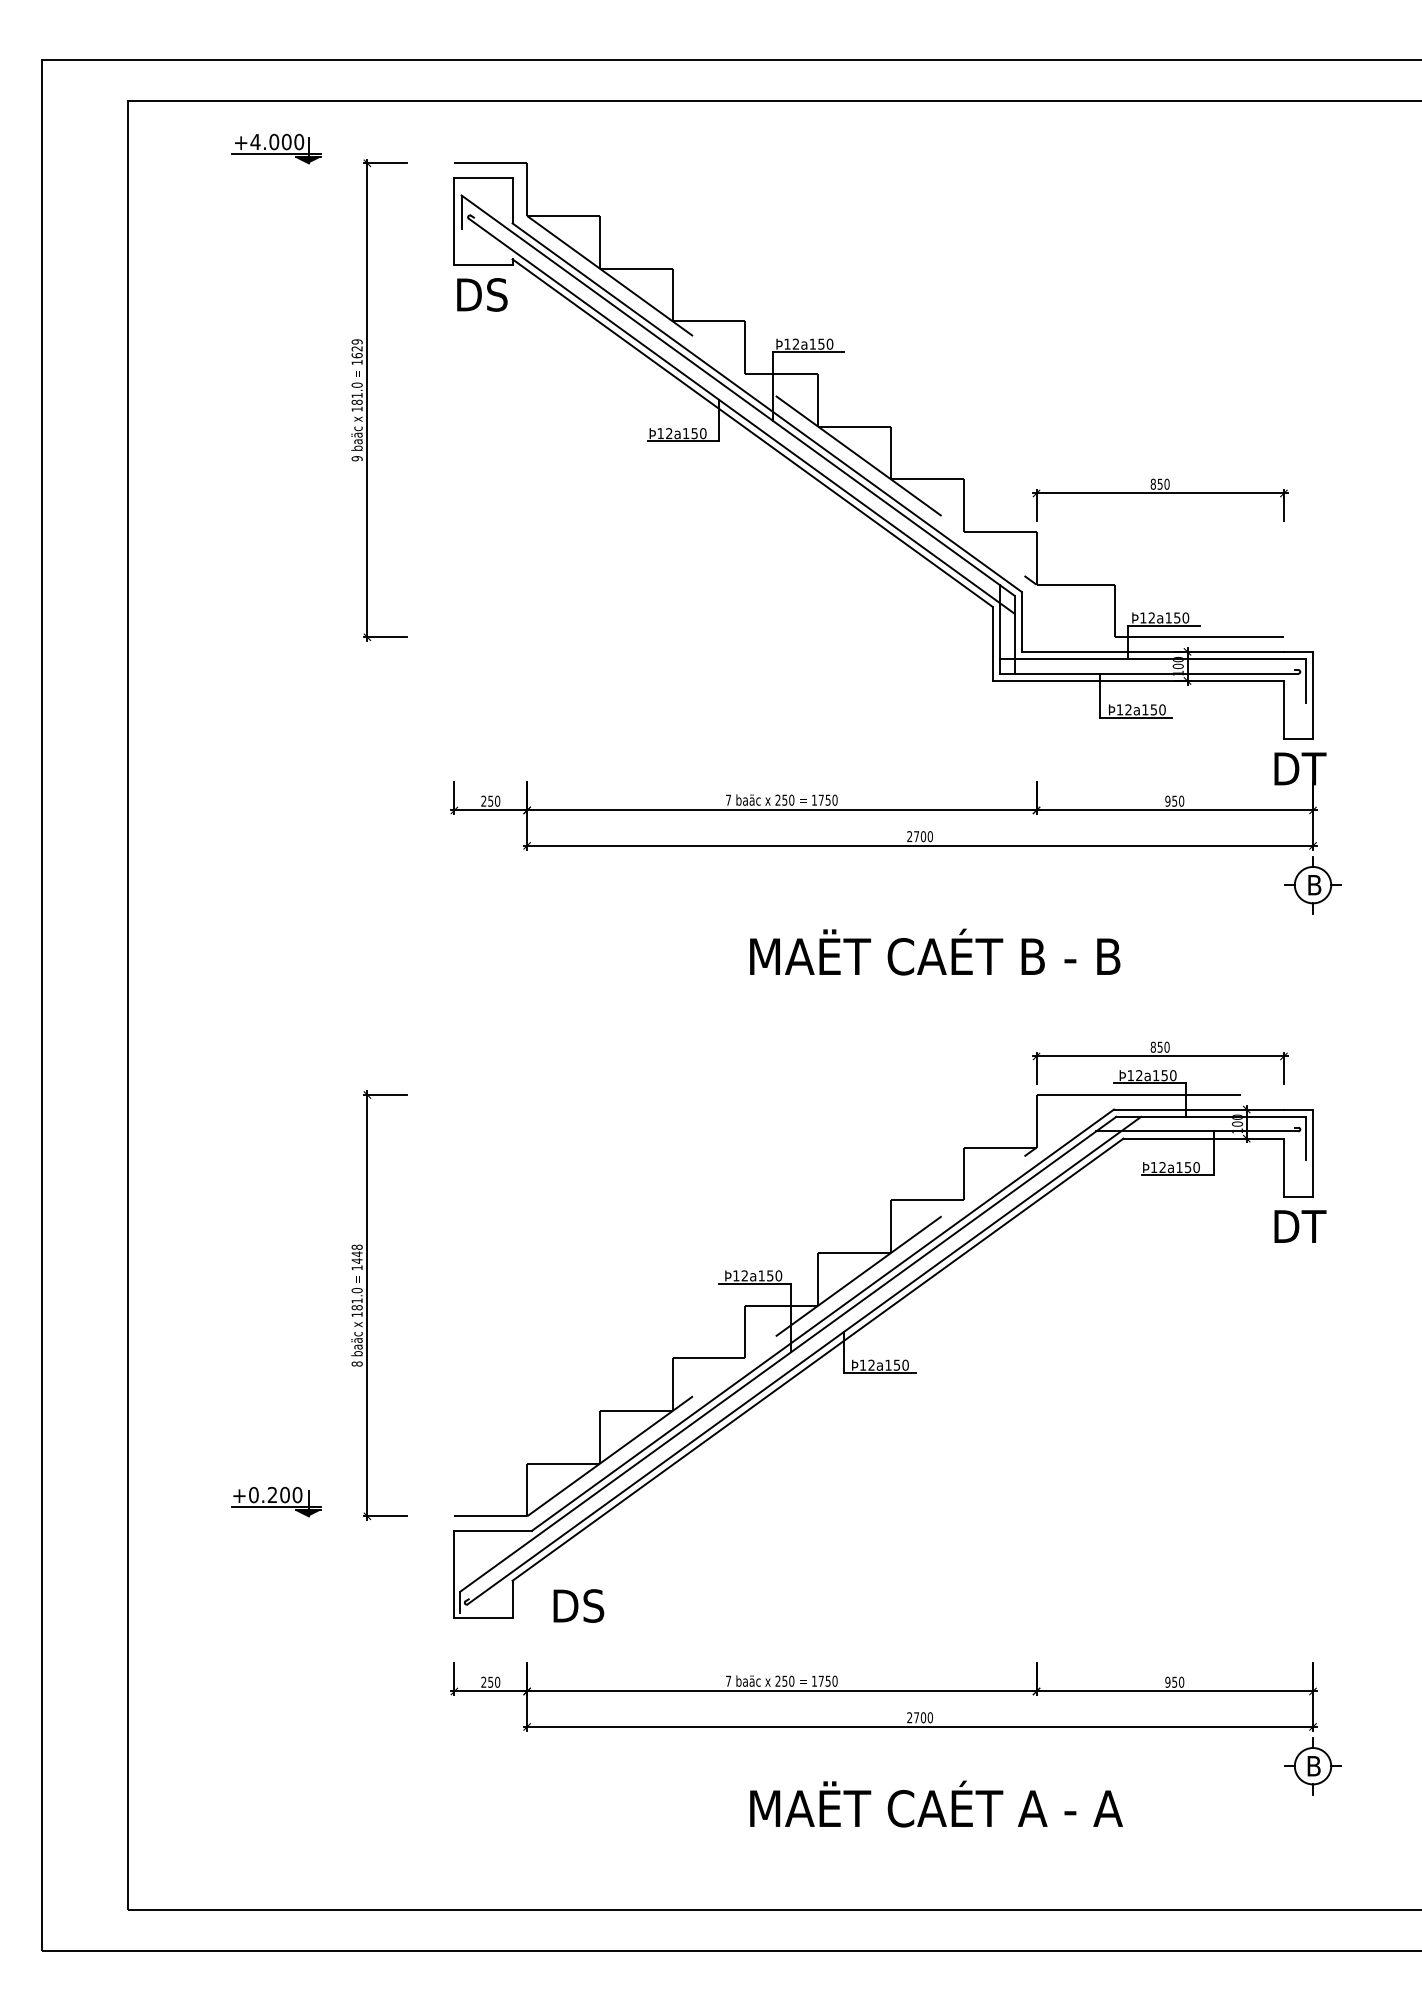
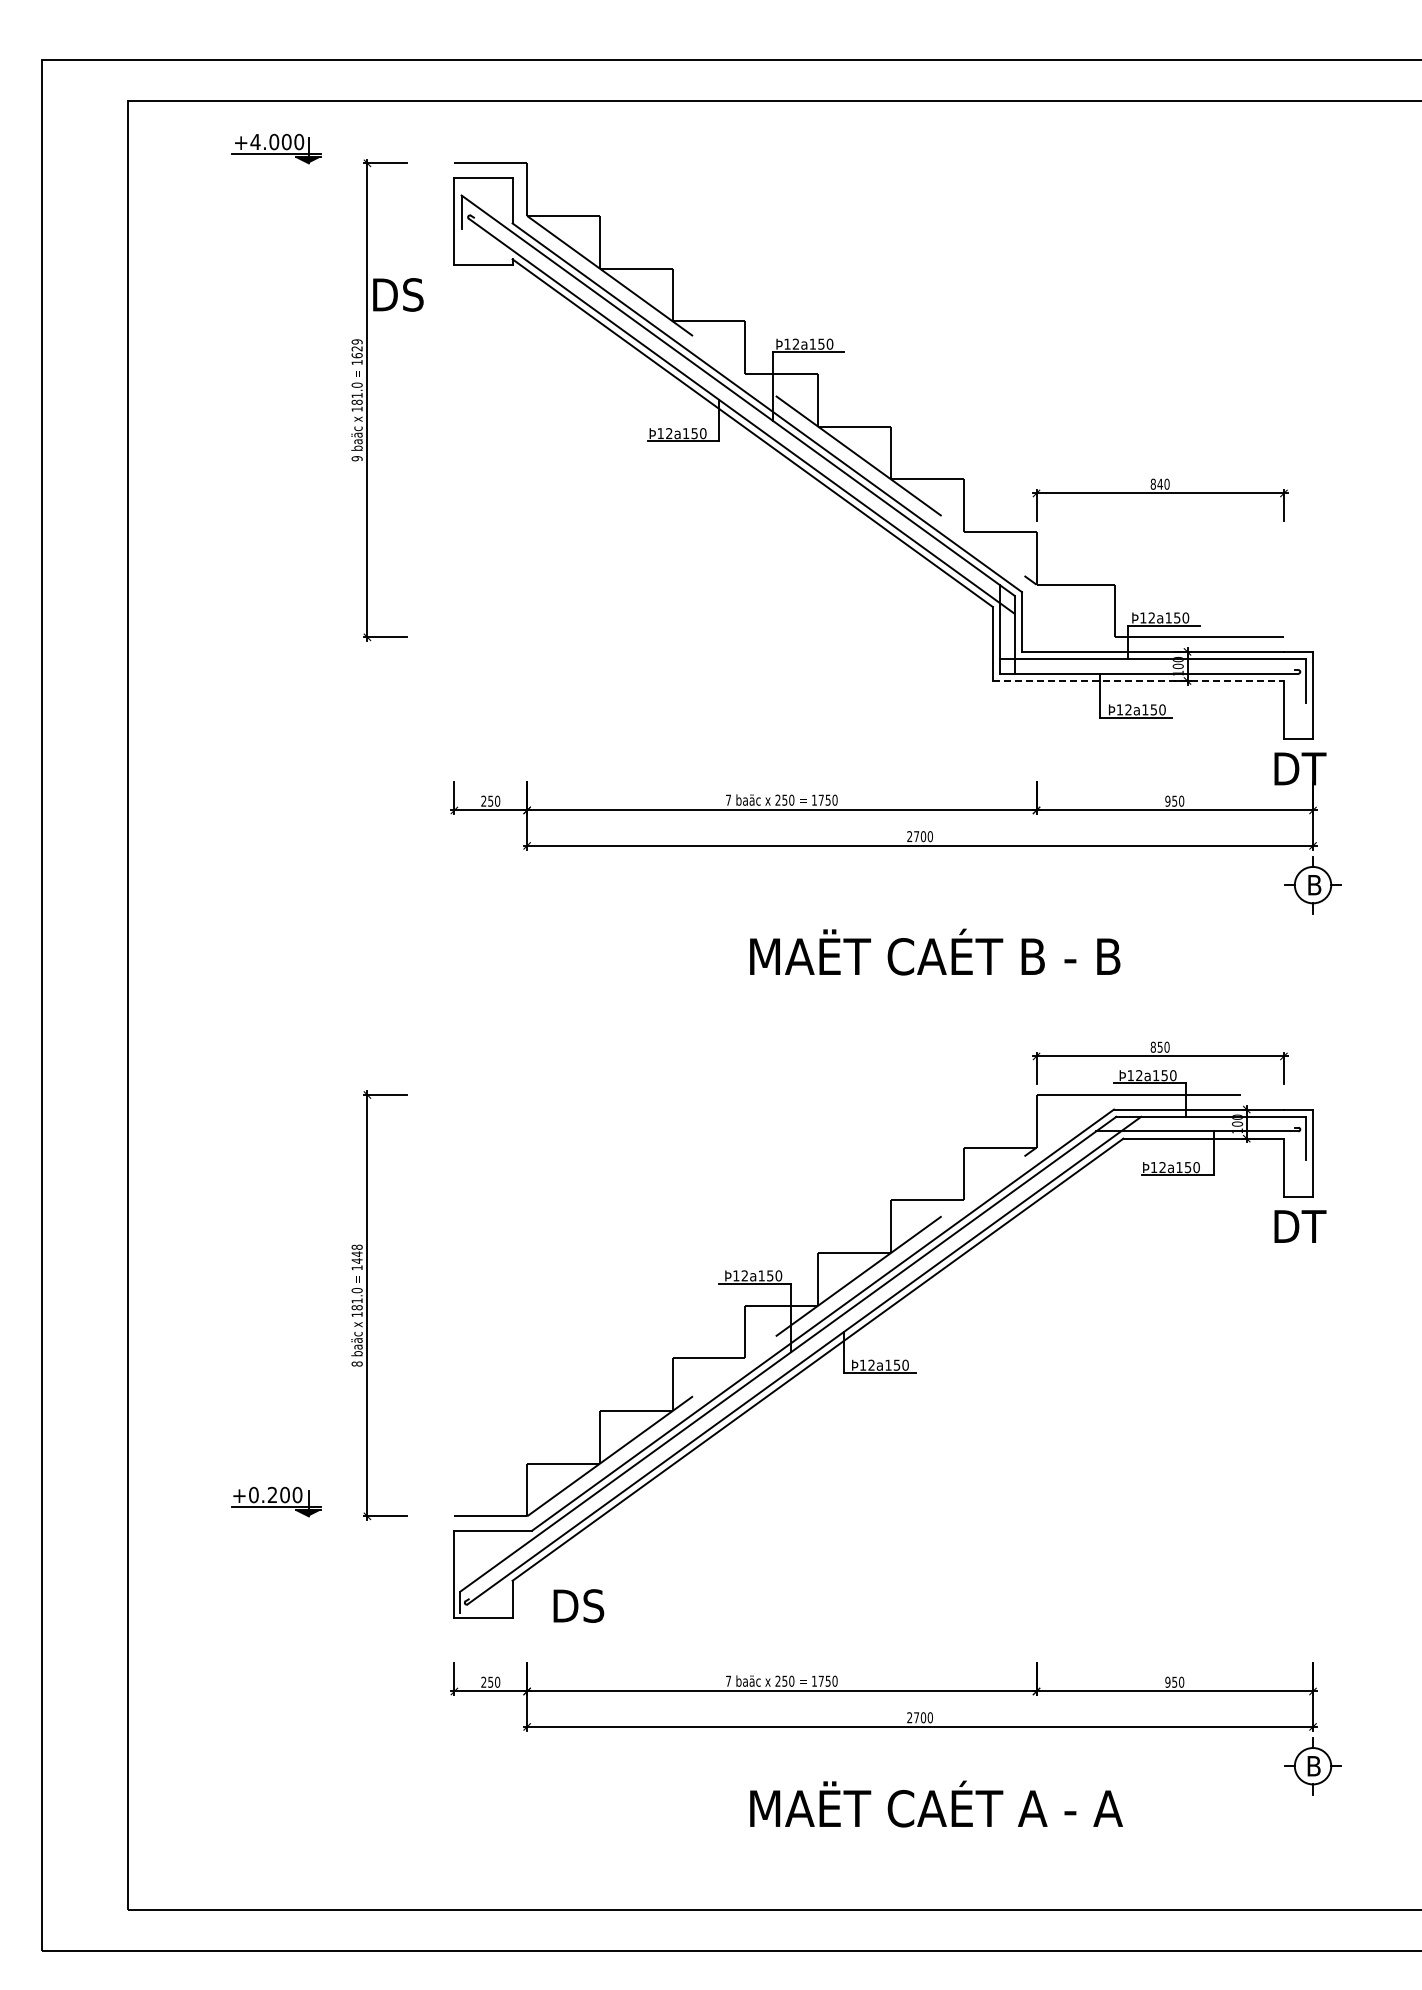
text at (482, 294) position: (482, 294) -> (398, 294)
text at (1159, 483): 850 -> 840
line at (1138, 681): solid -> dashed
